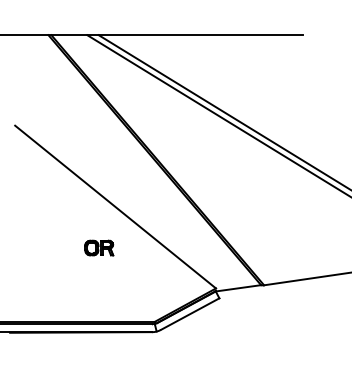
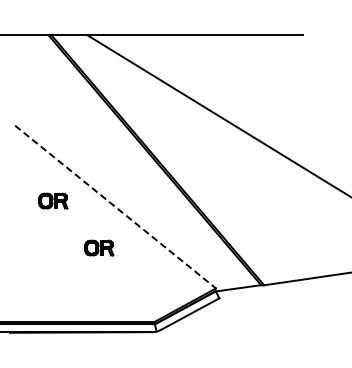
line at (223, 111): present -> none
part at (53, 200): none -> present
line at (115, 207): solid -> dashed
